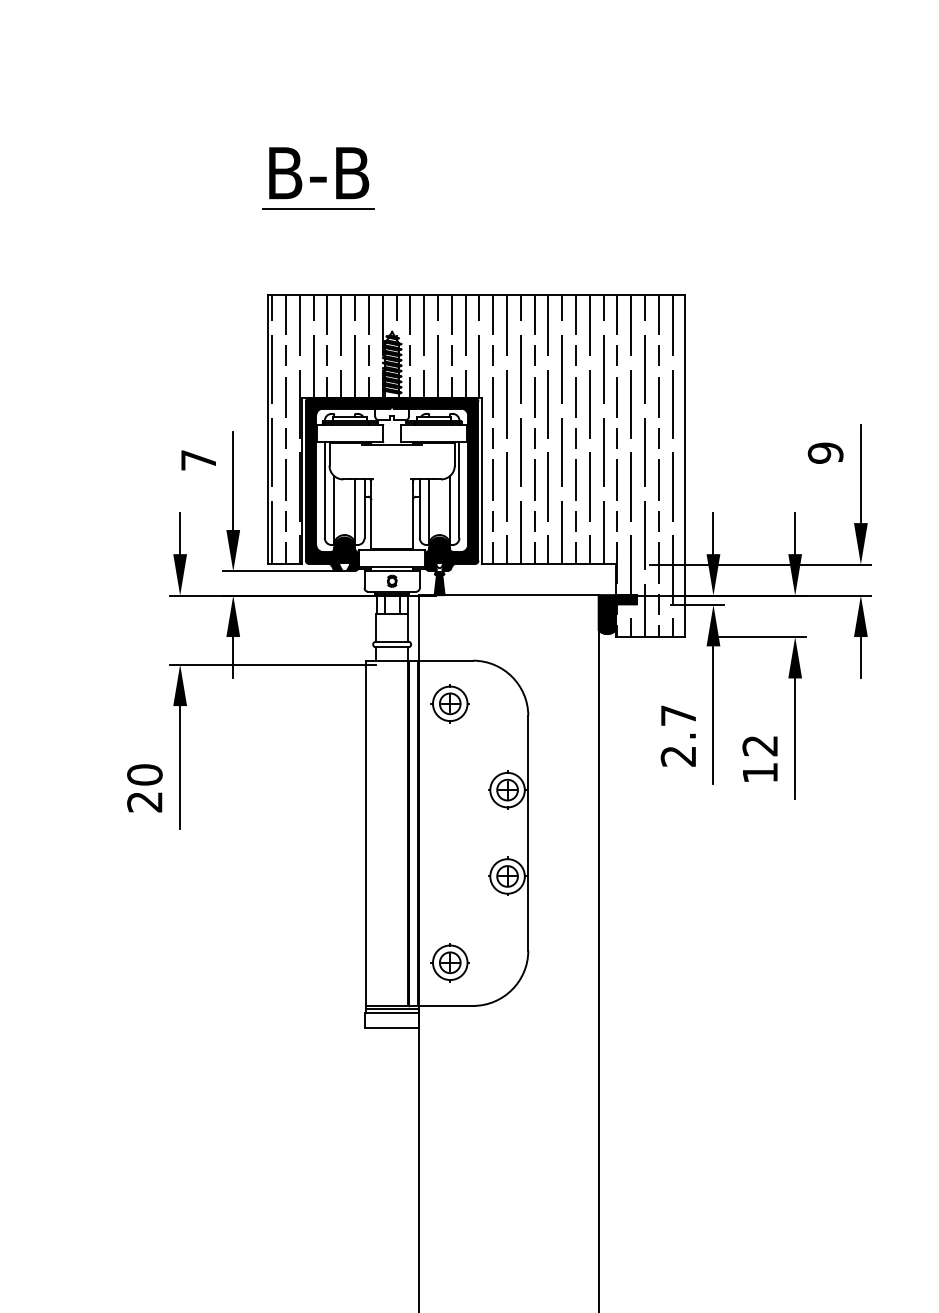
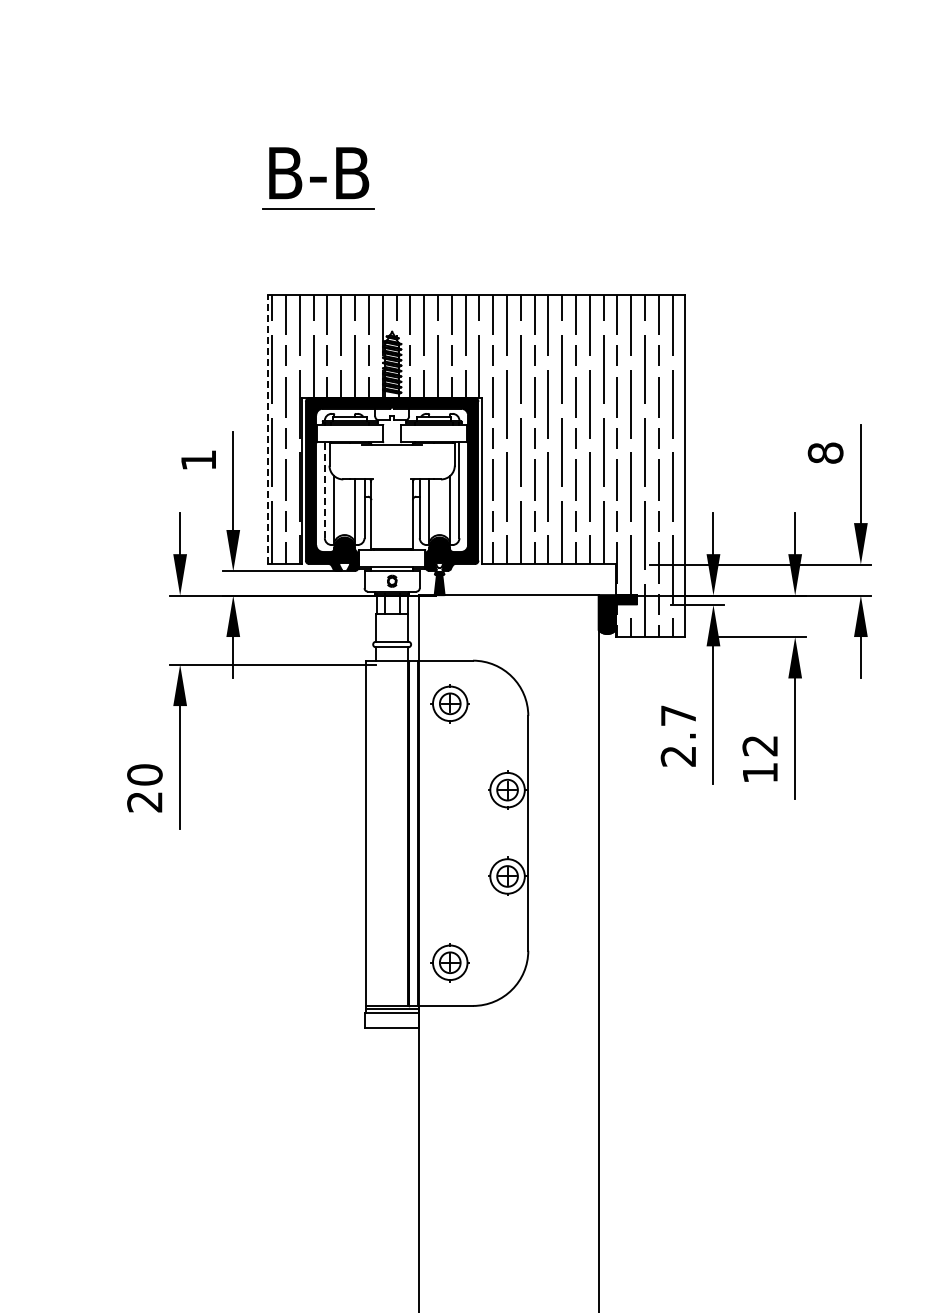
line at (267, 429): solid -> dashed
text at (825, 452): 9 -> 8
text at (198, 460): 7 -> 1
line at (324, 490): solid -> dashed
